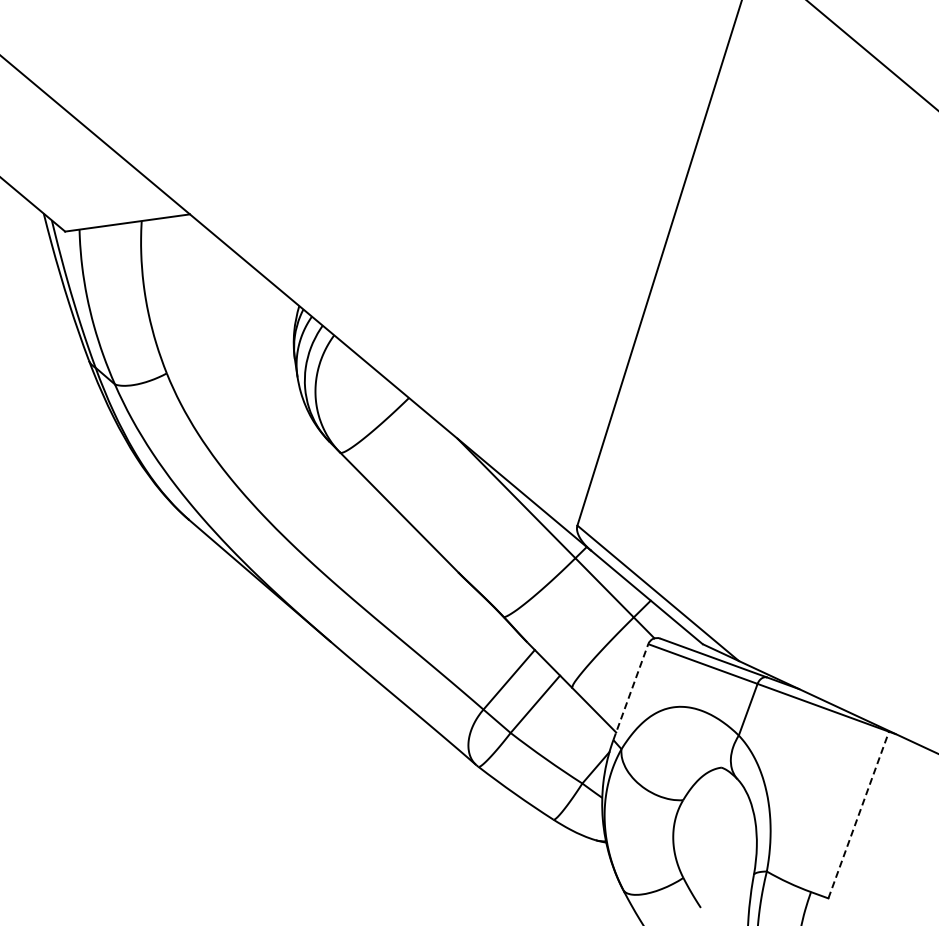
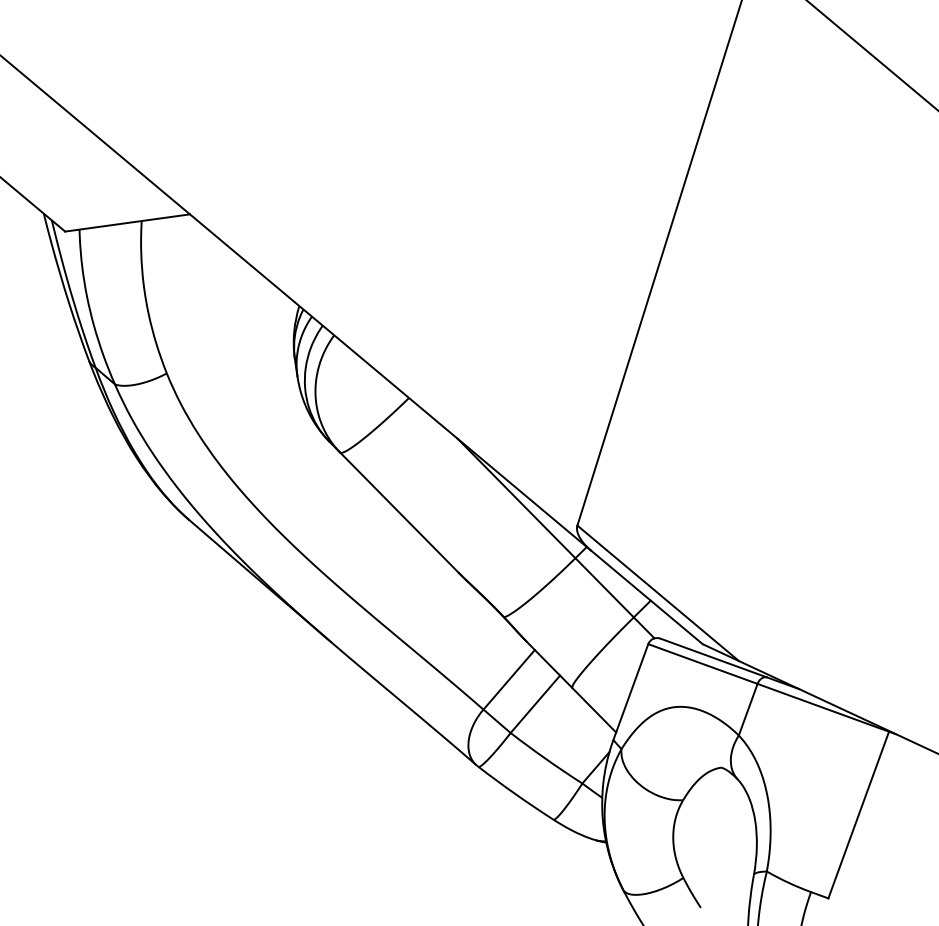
line at (630, 692): dashed -> solid
line at (858, 815): dashed -> solid
